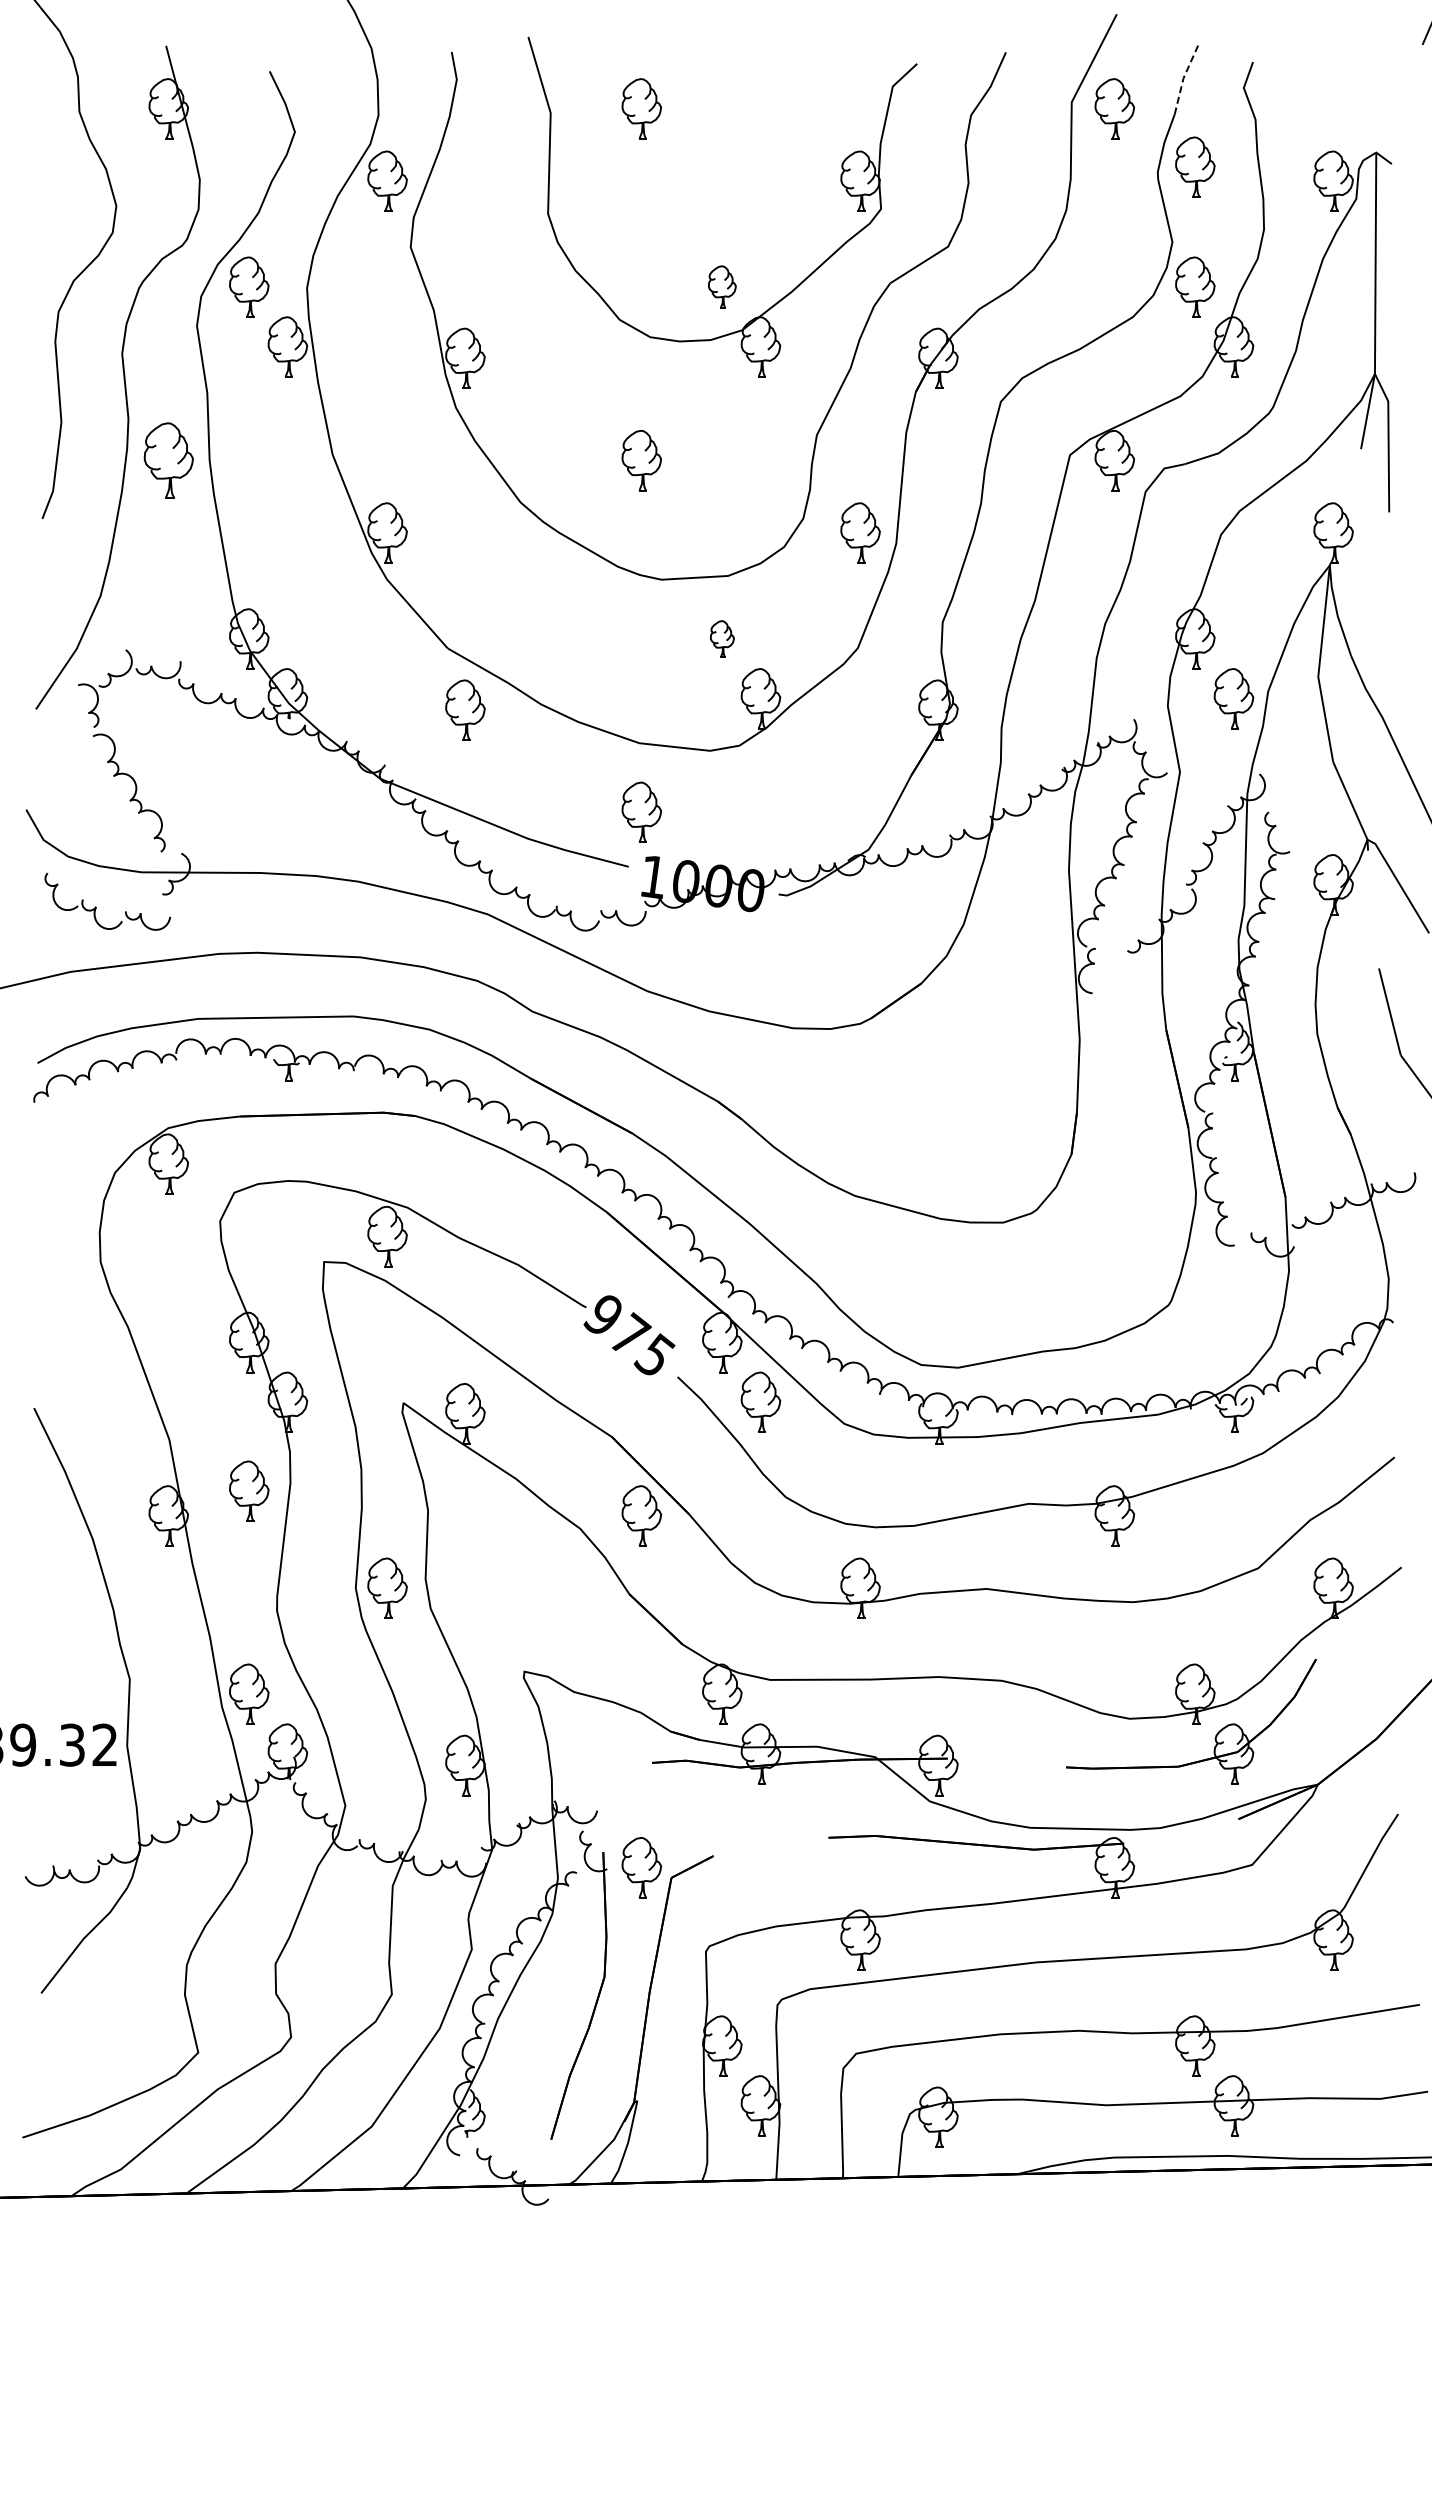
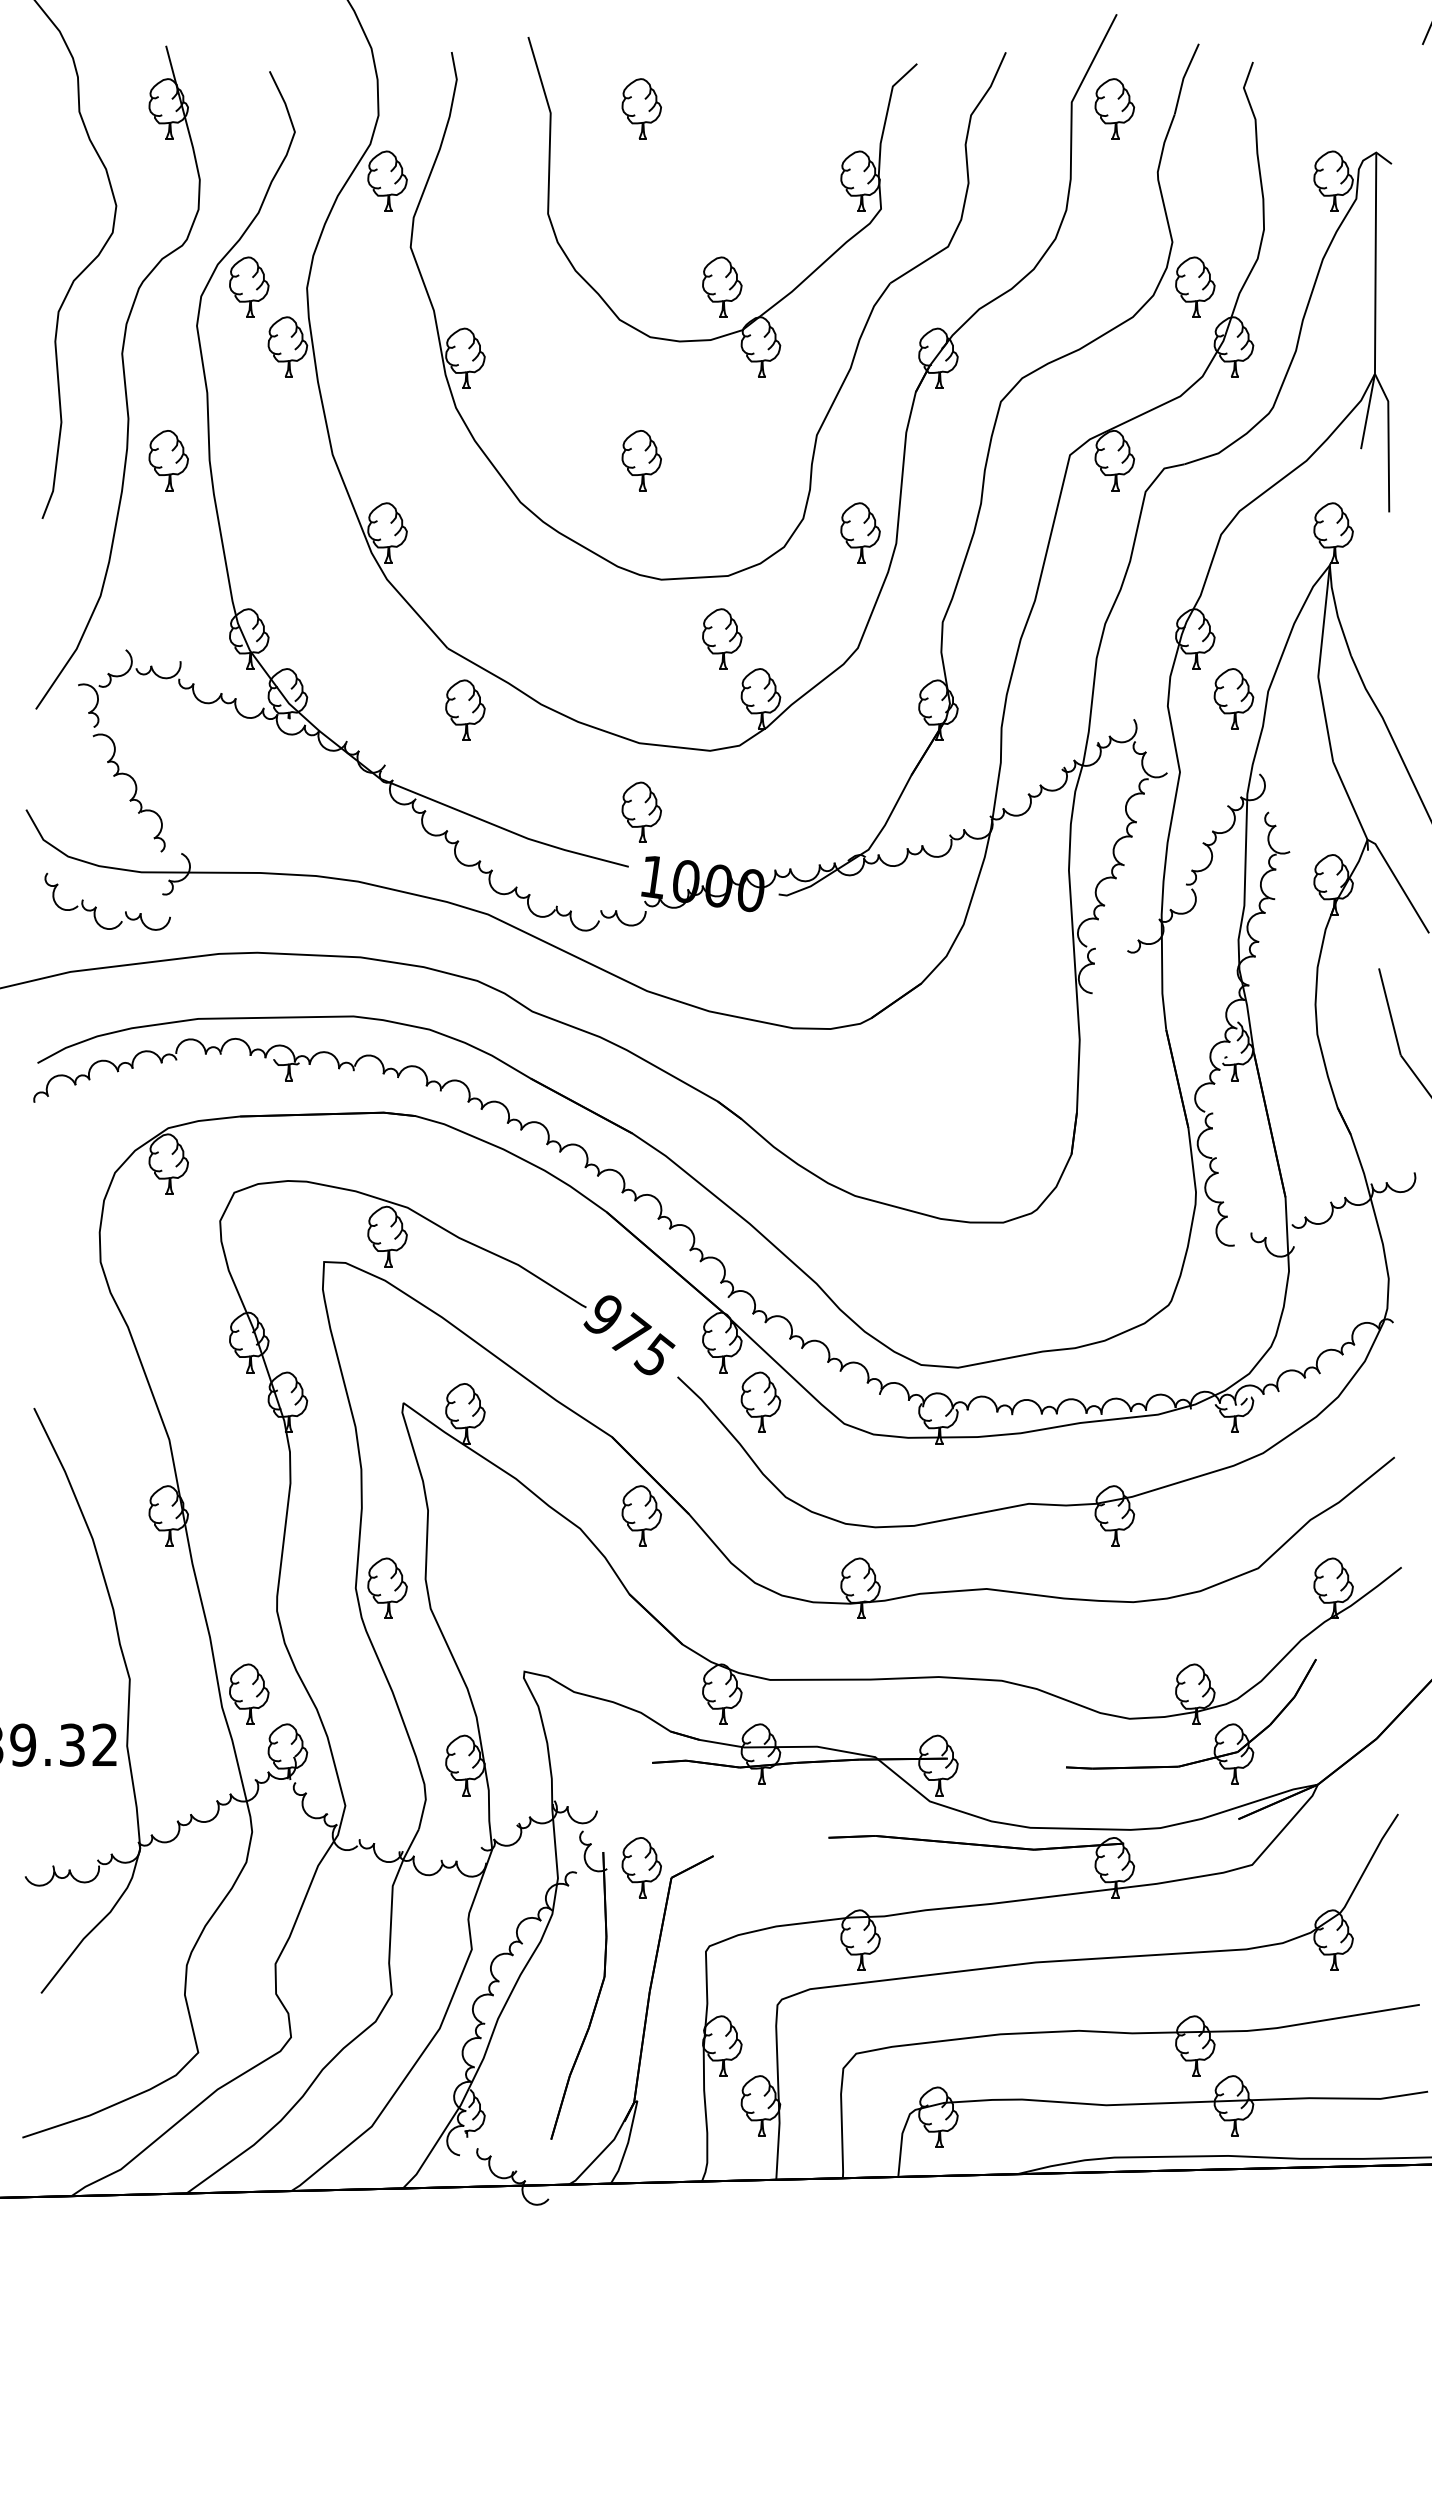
line at (1183, 78): dashed -> solid
part at (1195, 166): present -> none
part at (722, 286) size: 29x44 px -> 41x62 px
part at (168, 460) size: 51x77 px -> 41x62 px
part at (722, 638) size: 25x38 px -> 41x62 px
part at (249, 1490): present -> none
